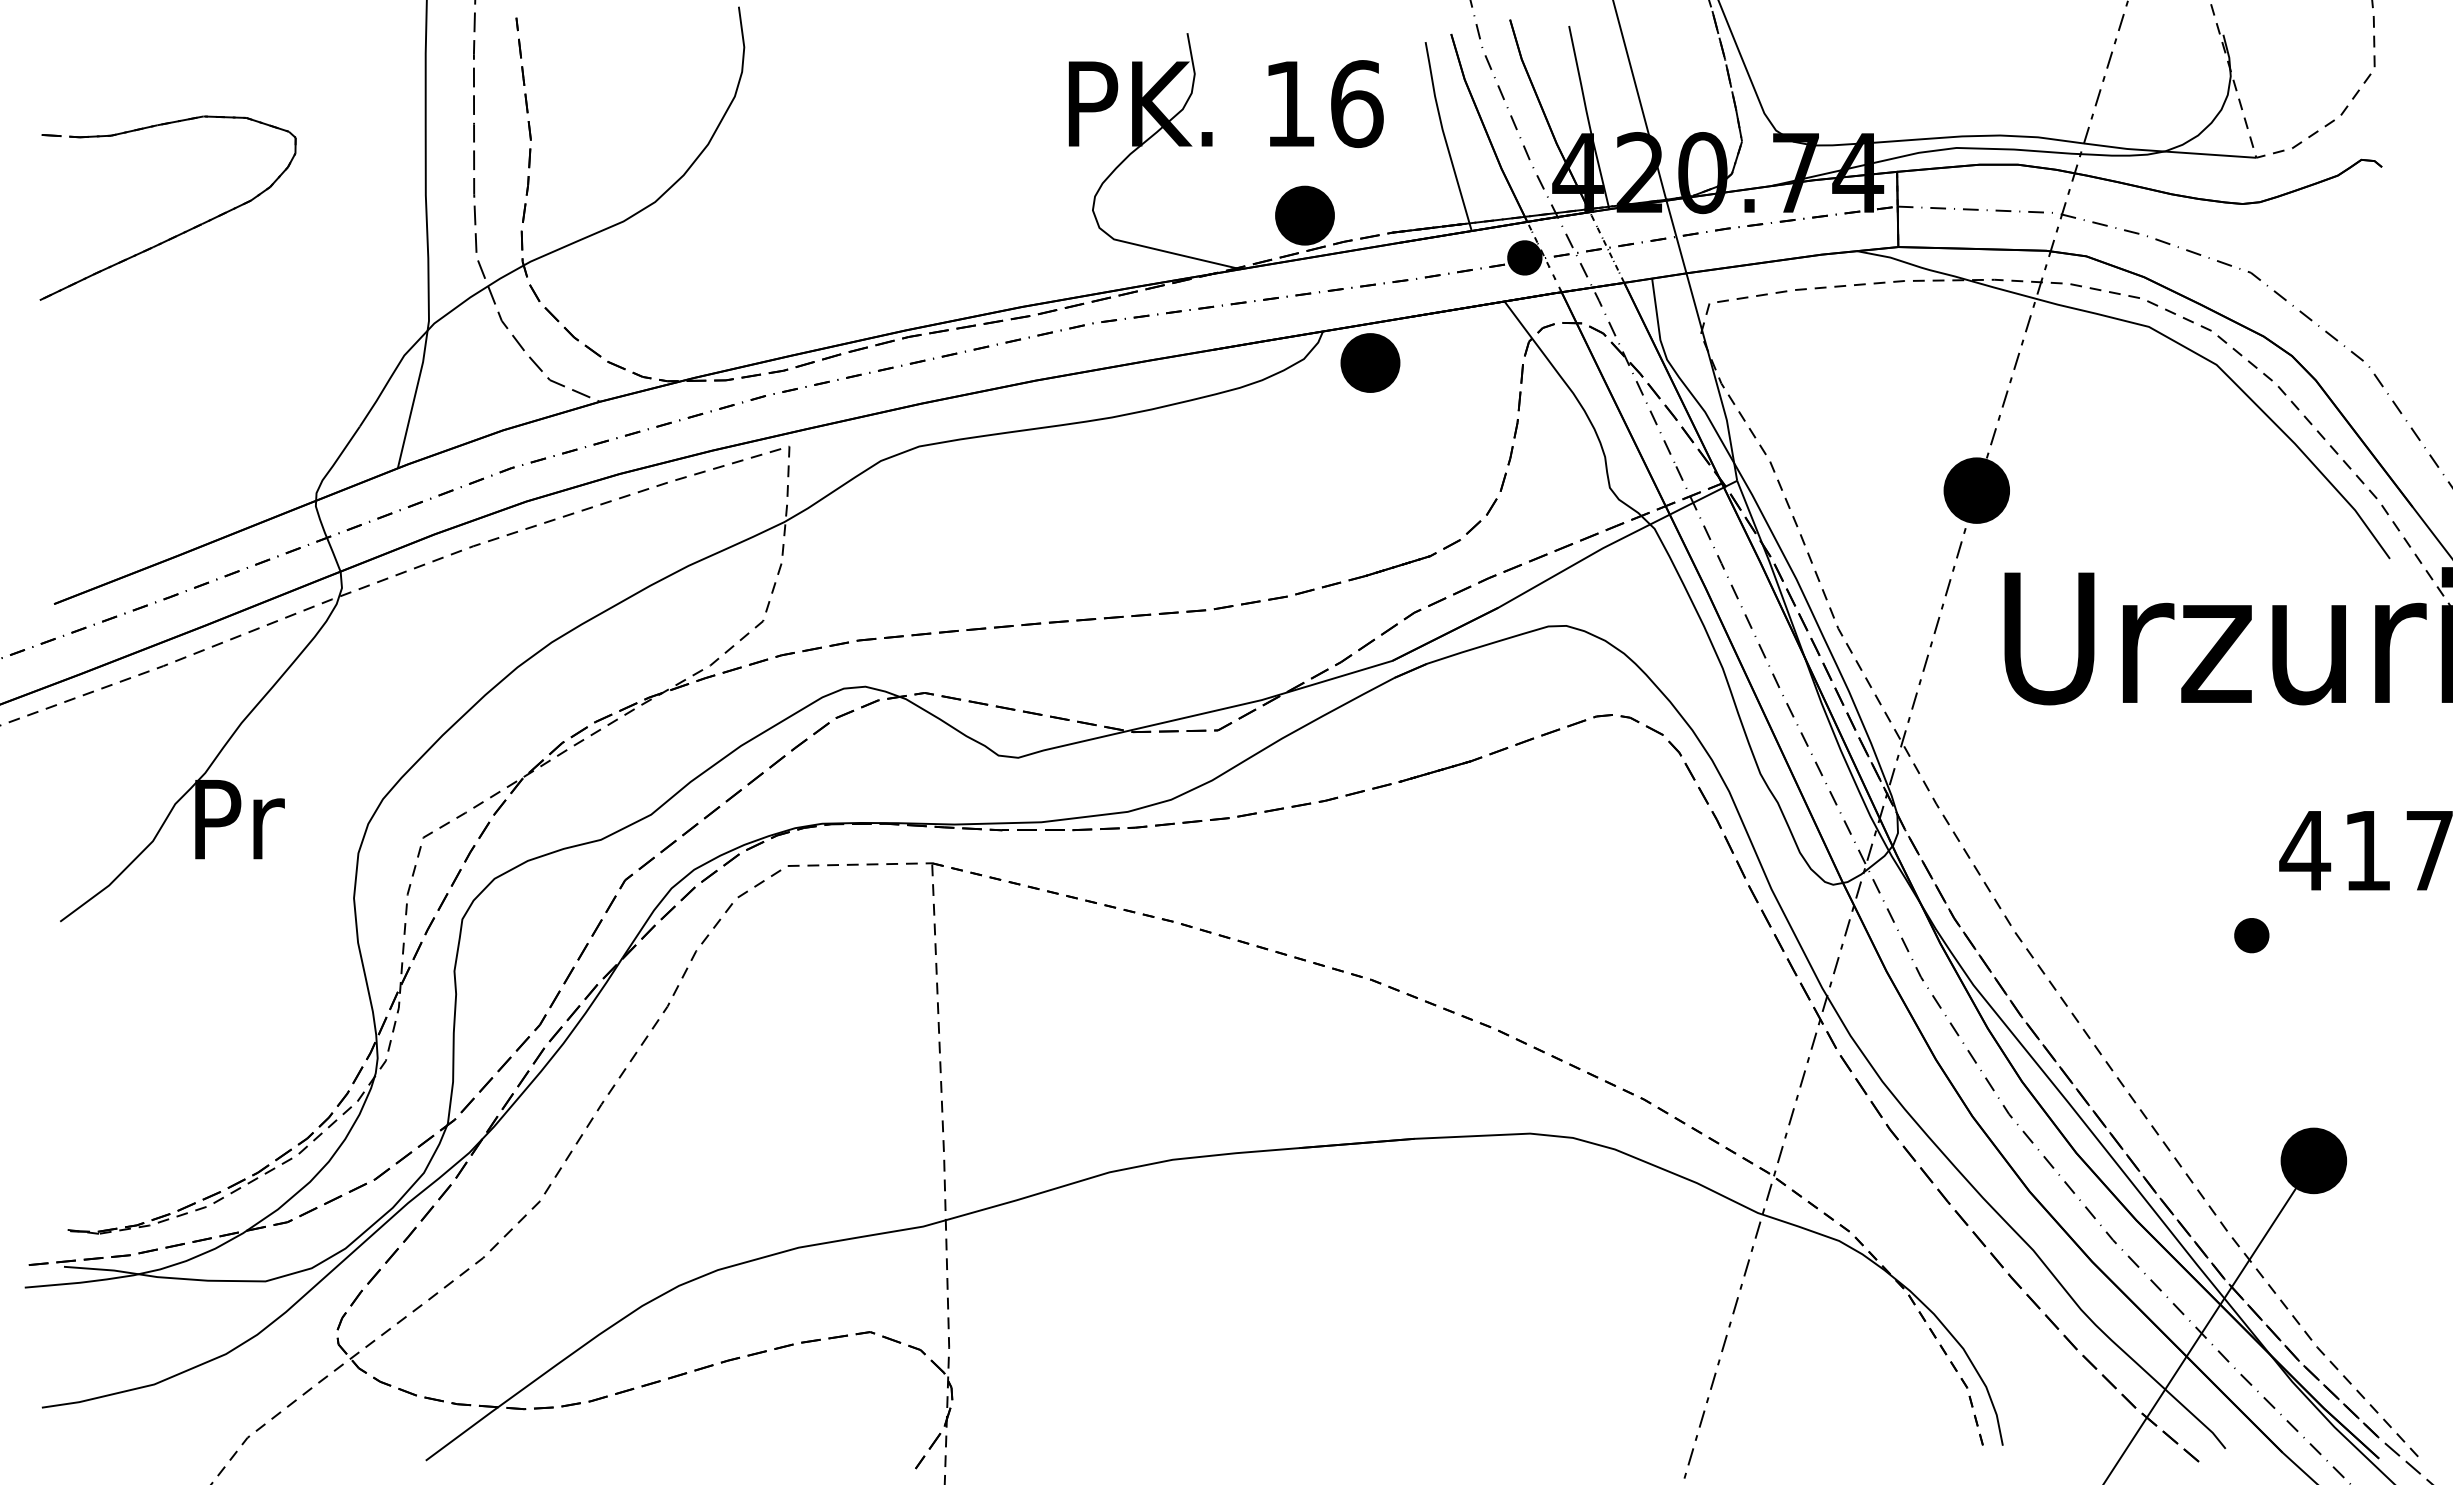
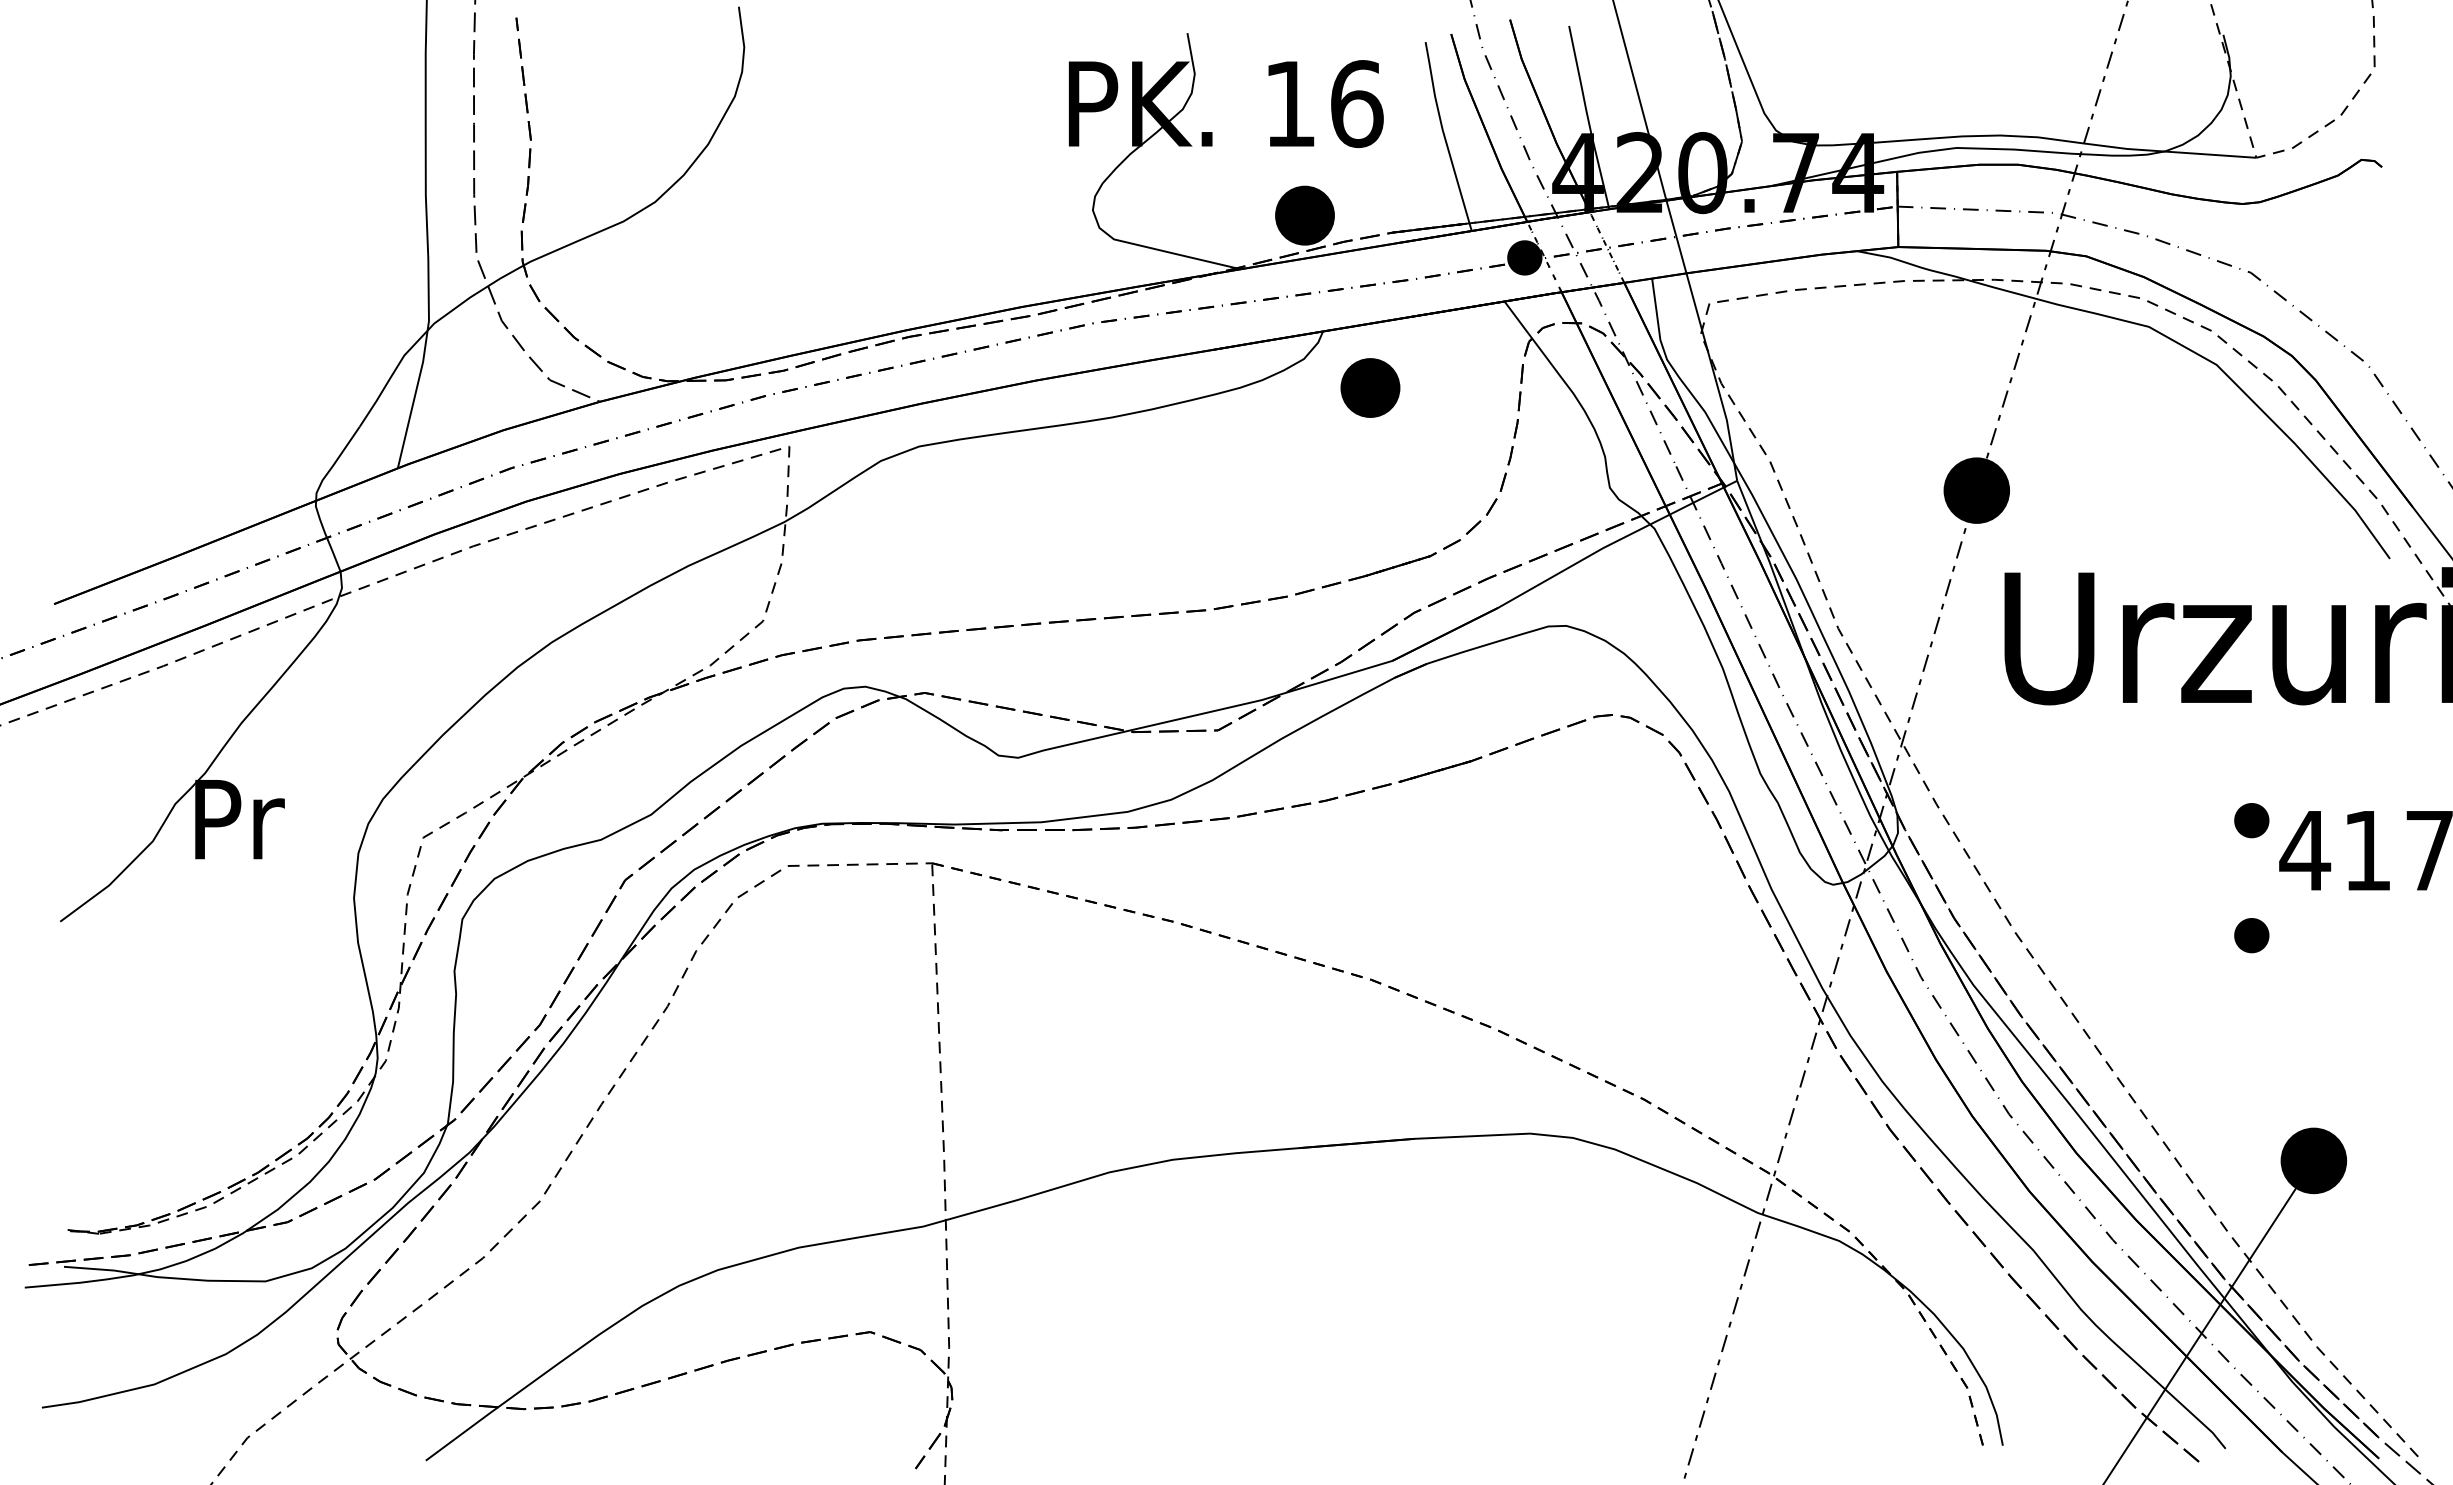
part at (179, 233): present -> none
part at (1370, 362) position: (1370, 362) -> (1370, 387)
part at (2251, 820): none -> present
